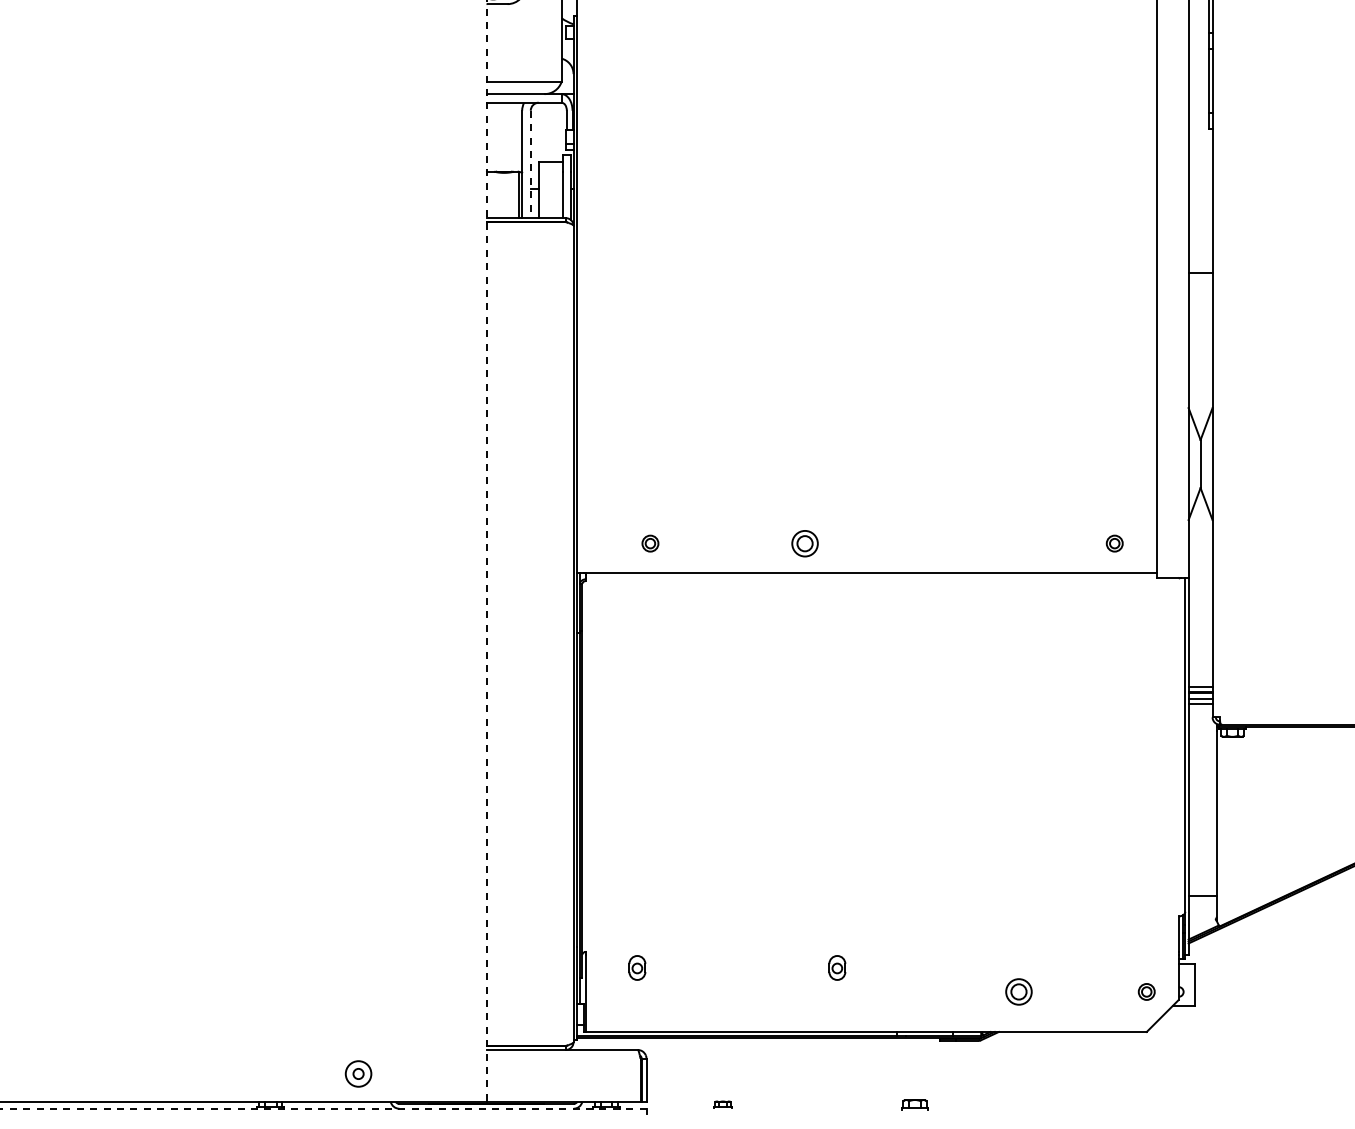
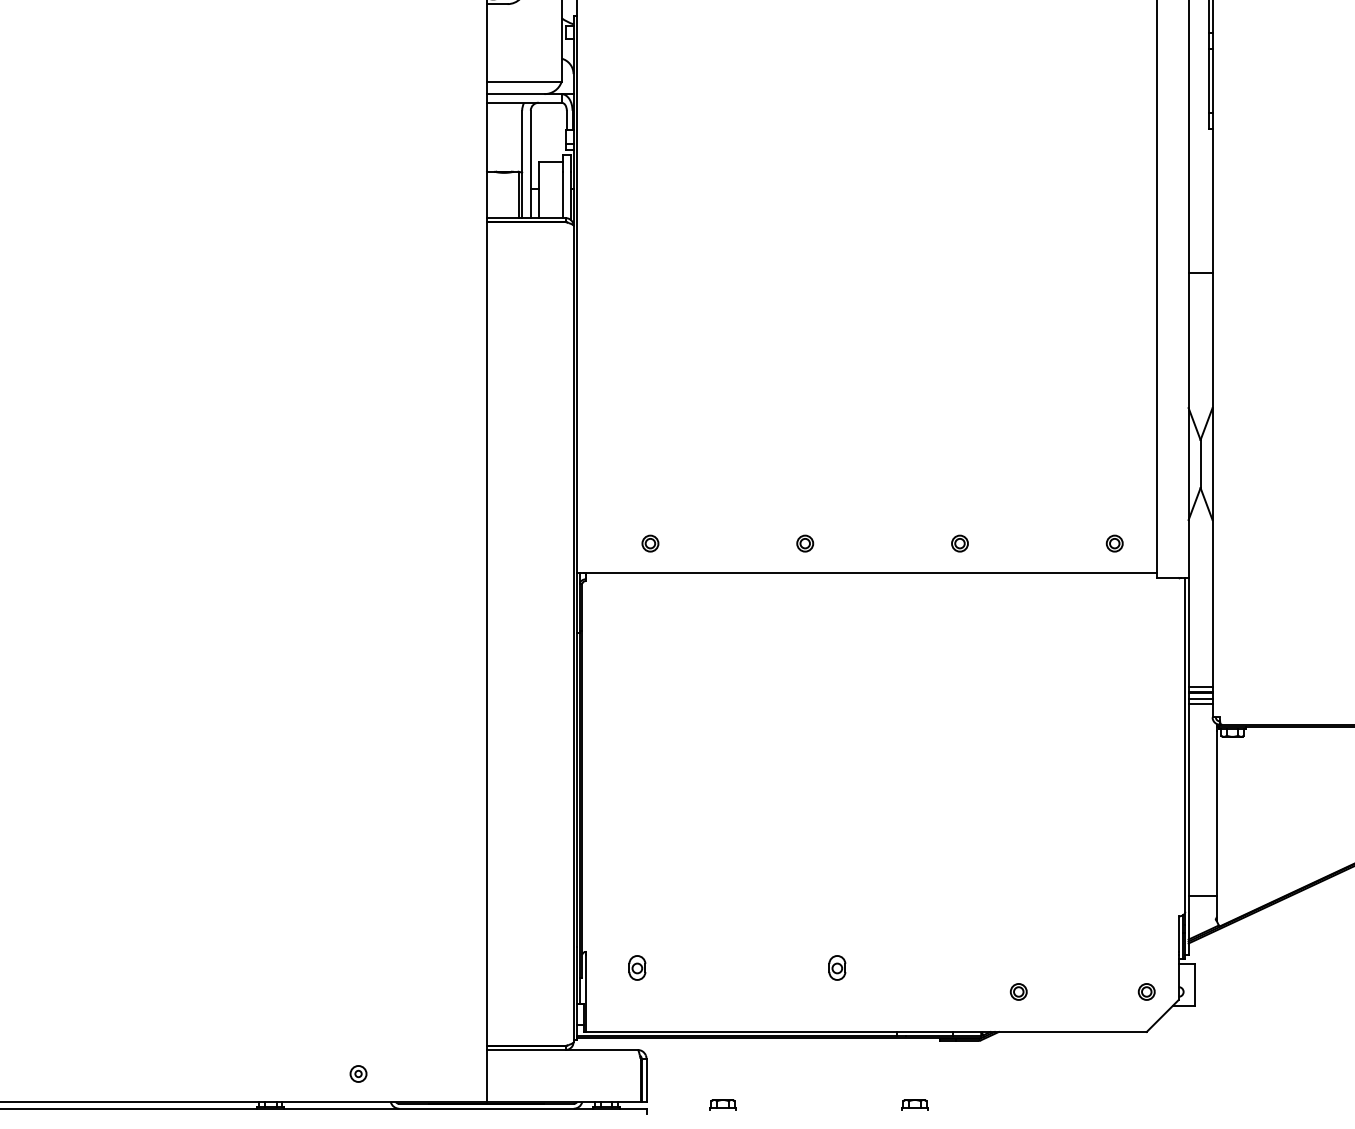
line at (530, 164): dashed -> solid
part at (804, 543) size: 28x28 px -> 19x19 px
part at (959, 543): none -> present
line at (486, 551): dashed -> solid
part at (1018, 991) size: 28x28 px -> 19x18 px
part at (358, 1073) size: 29x28 px -> 19x18 px
part at (722, 1104) size: 20x9 px -> 28x12 px
line at (323, 1108): dashed -> solid
